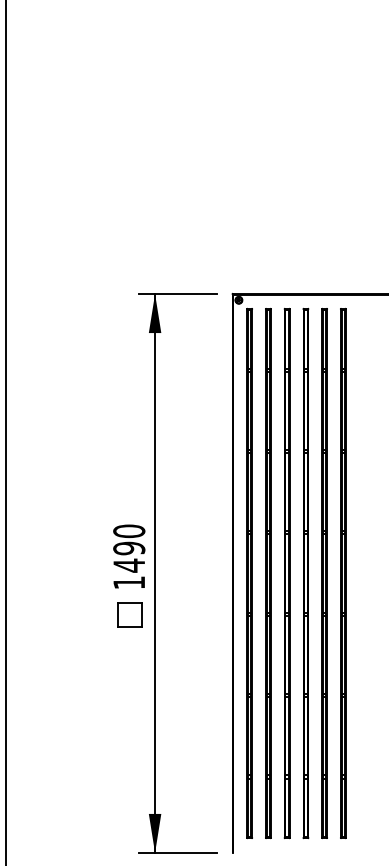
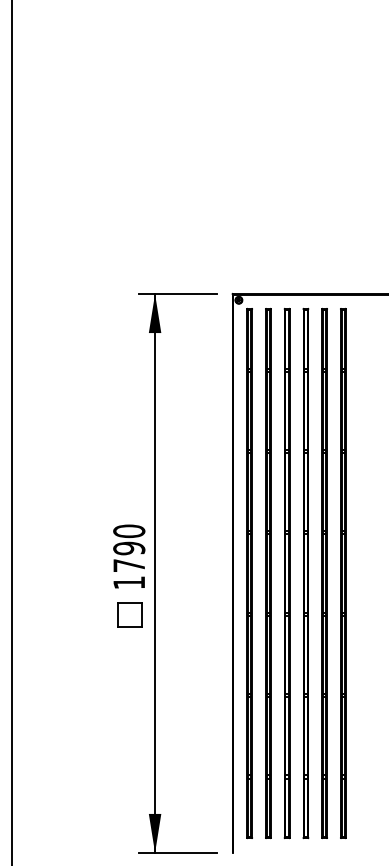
line at (5, 432) position: (5, 432) -> (11, 432)
text at (128, 565): 1490 -> 1790
